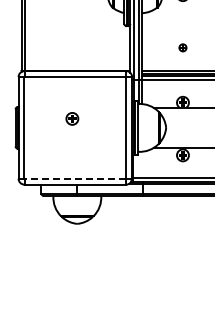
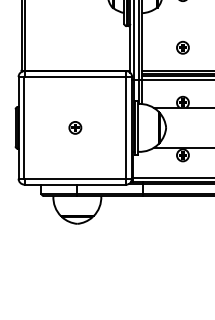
part at (182, 47) size: 10x10 px -> 14x14 px
part at (72, 118) position: (72, 118) -> (75, 127)
line at (75, 179): dashed -> solid
